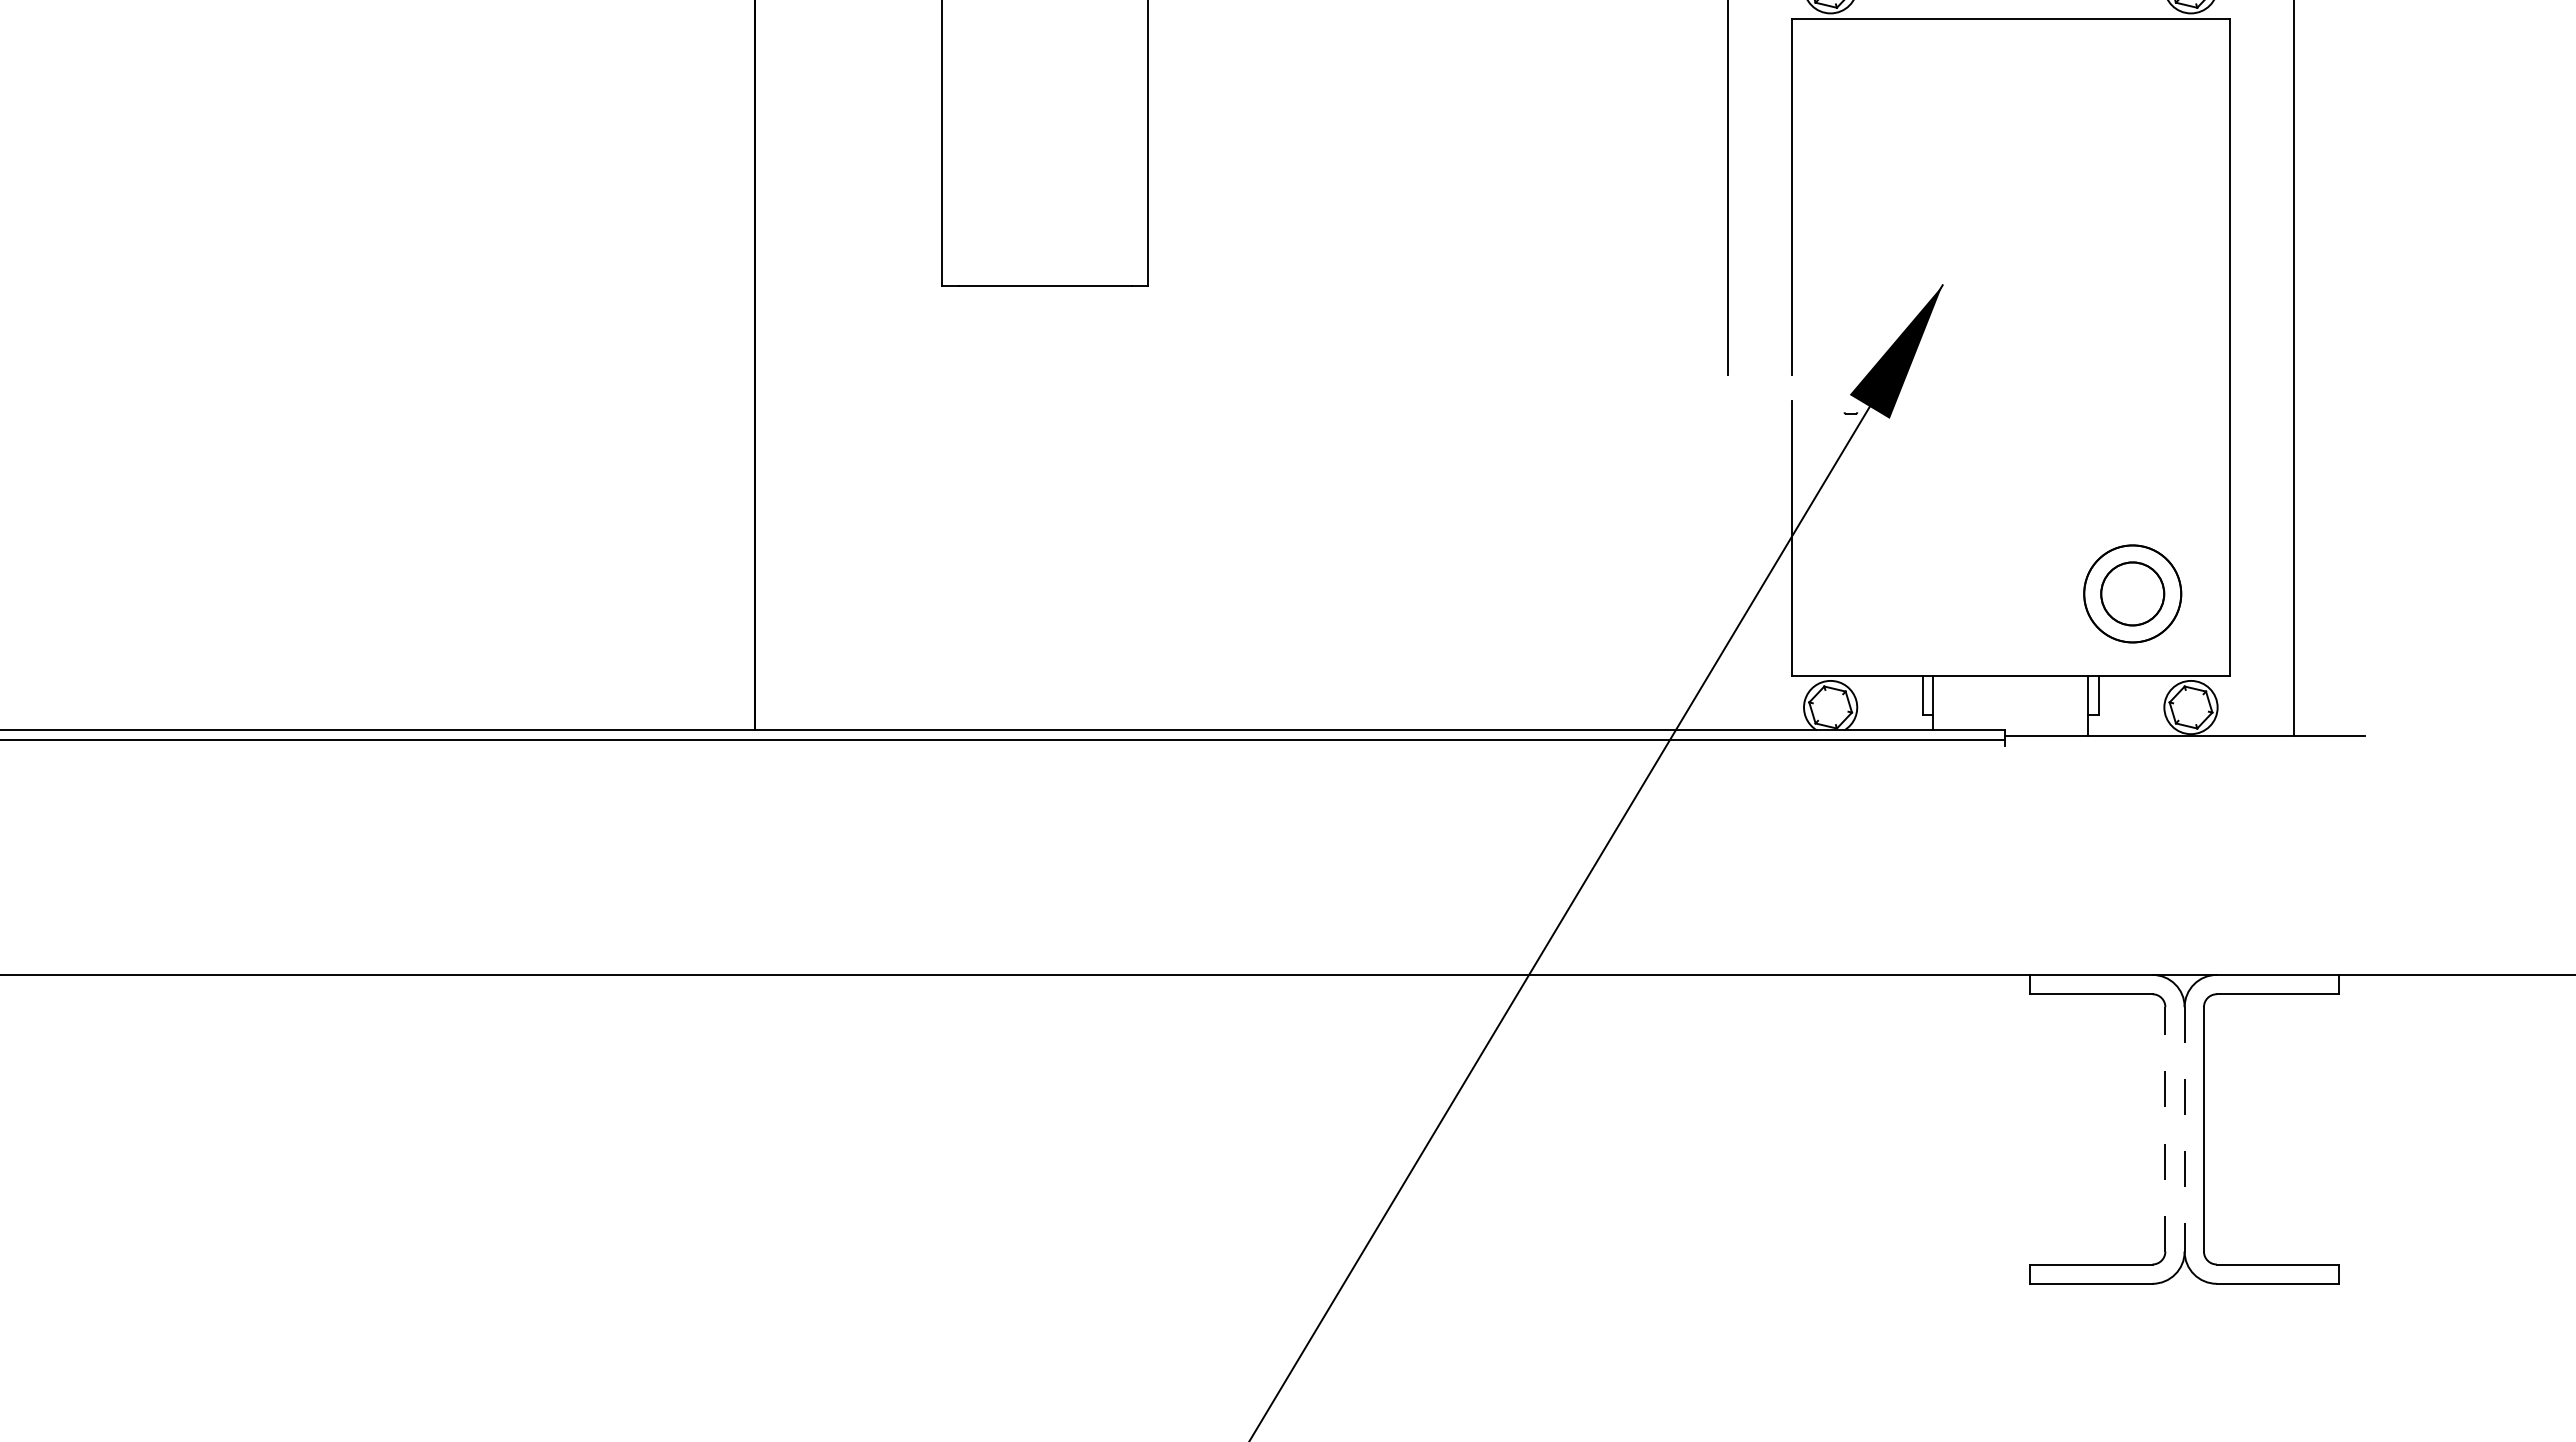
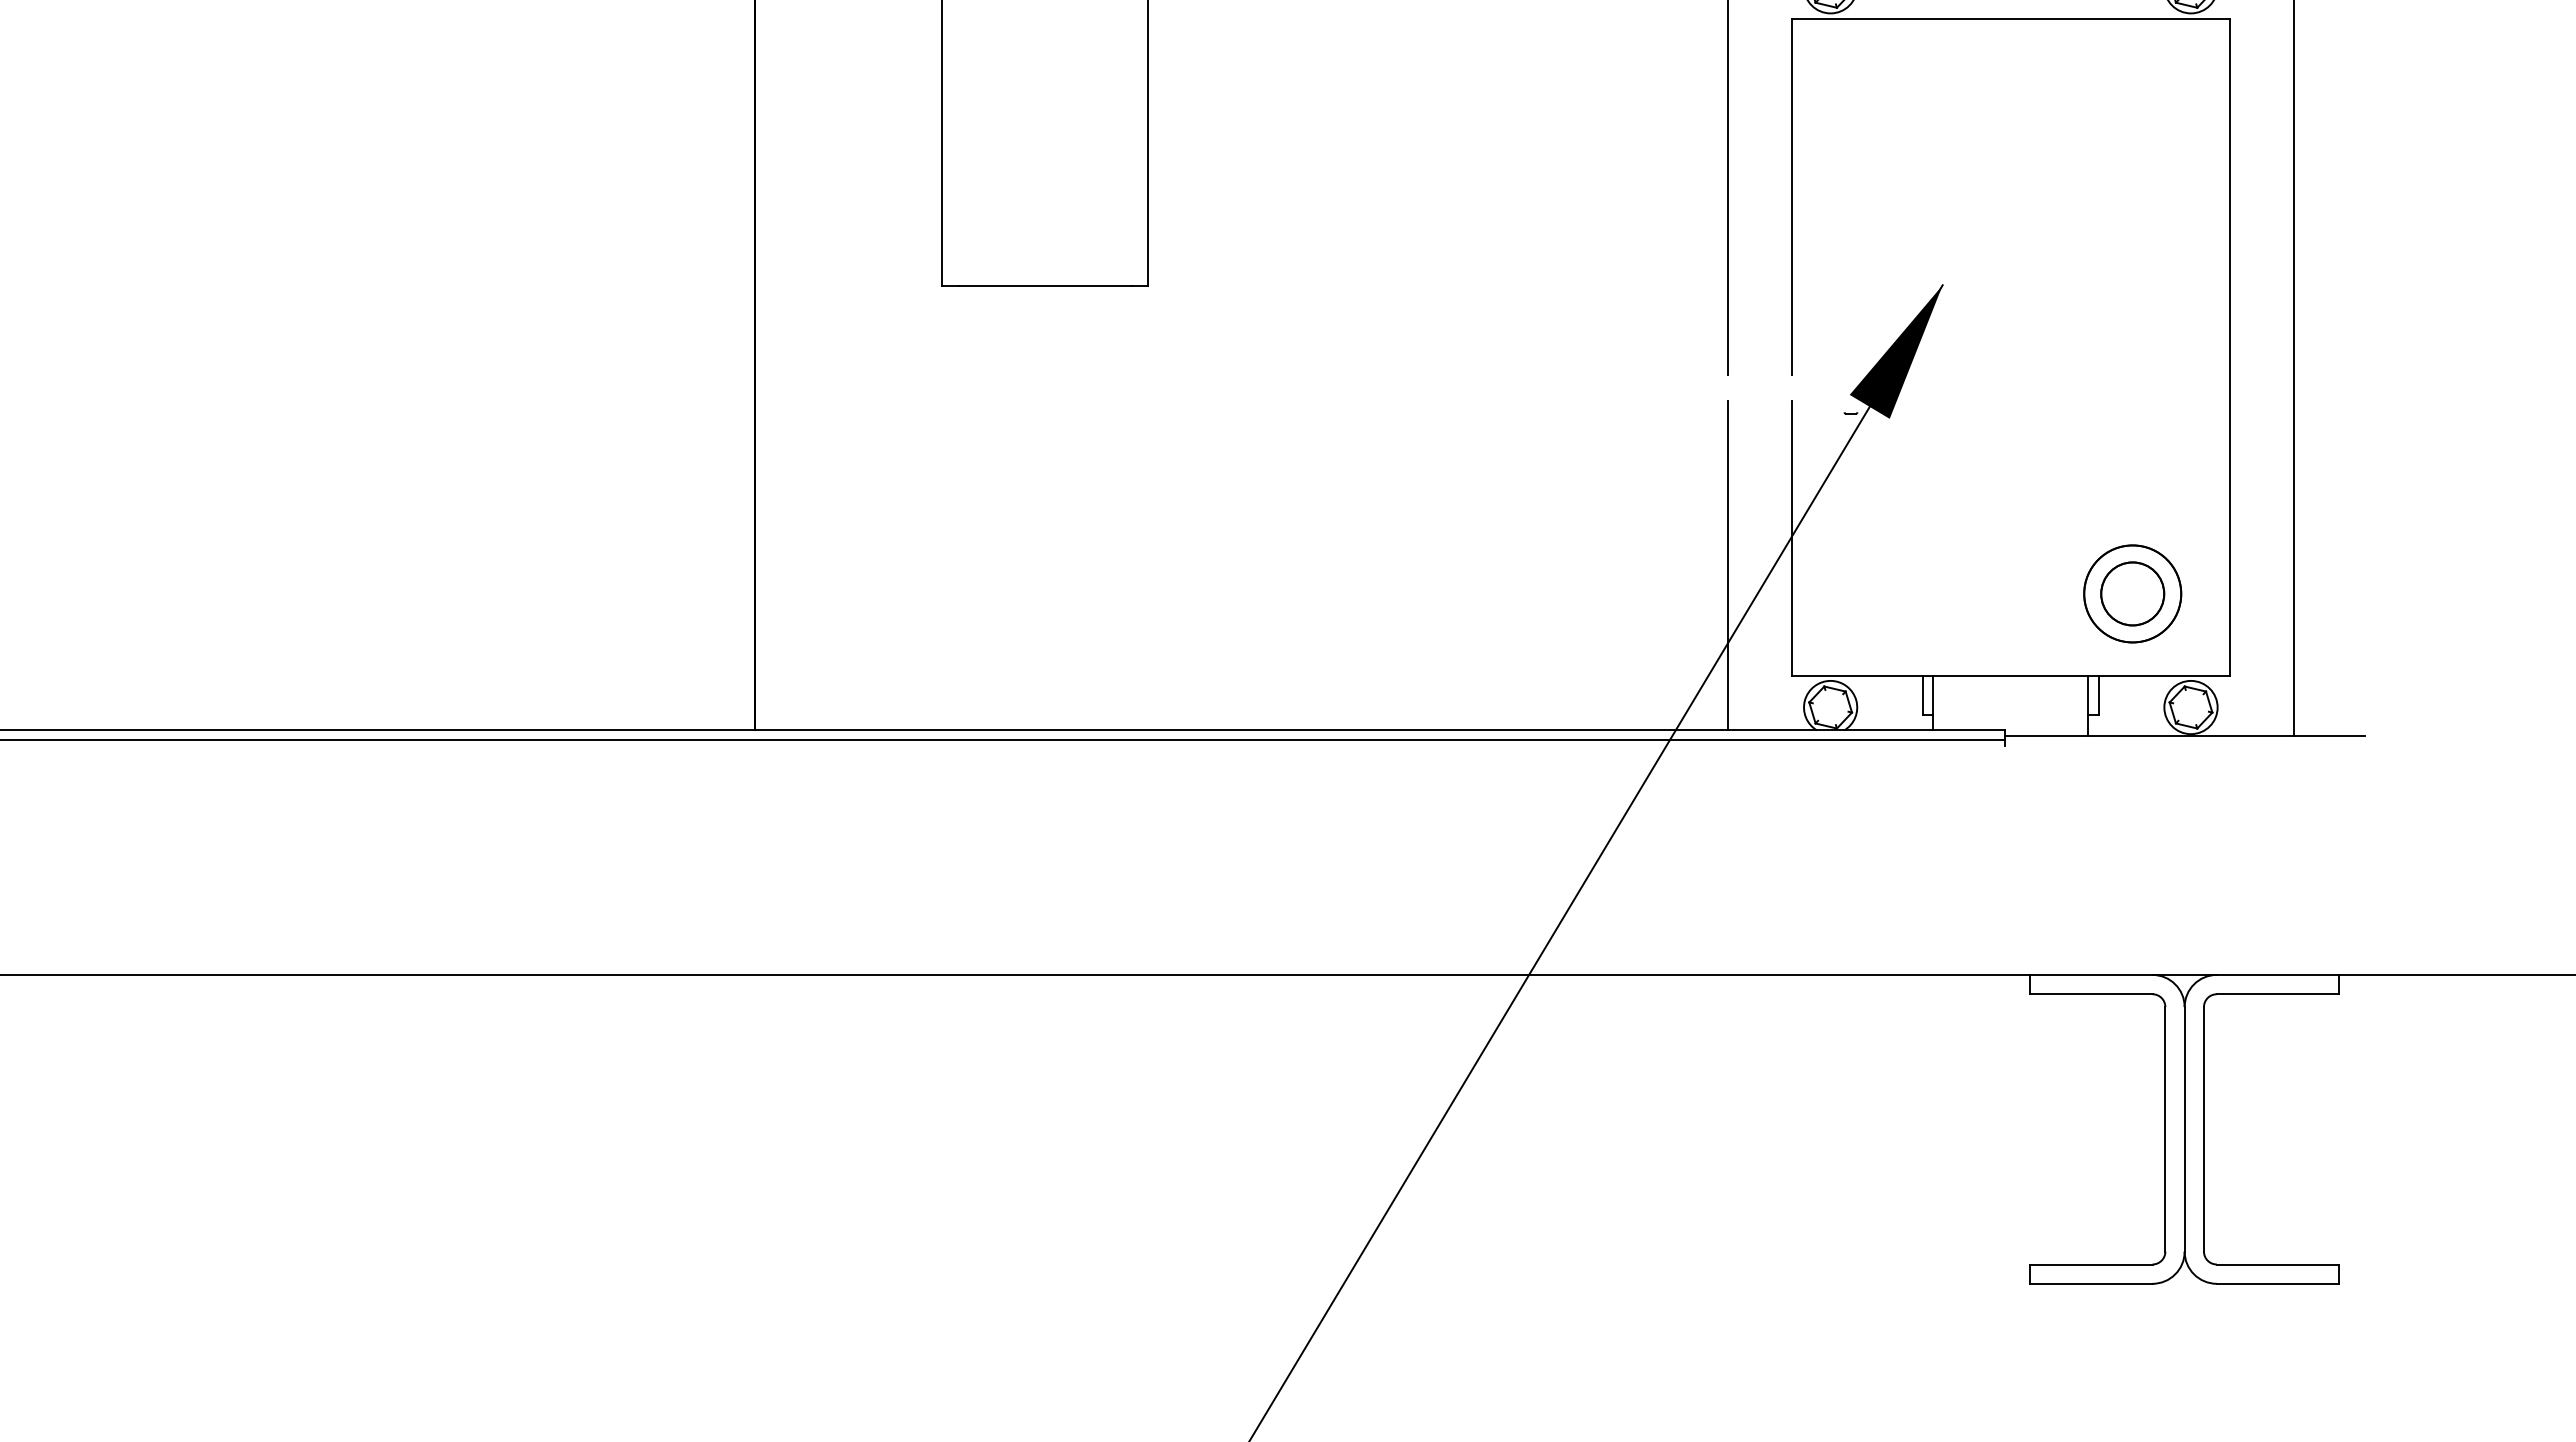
line at (1727, 565): none -> present
line at (2165, 1128): dashed -> solid
line at (2184, 1129): dashed -> solid
